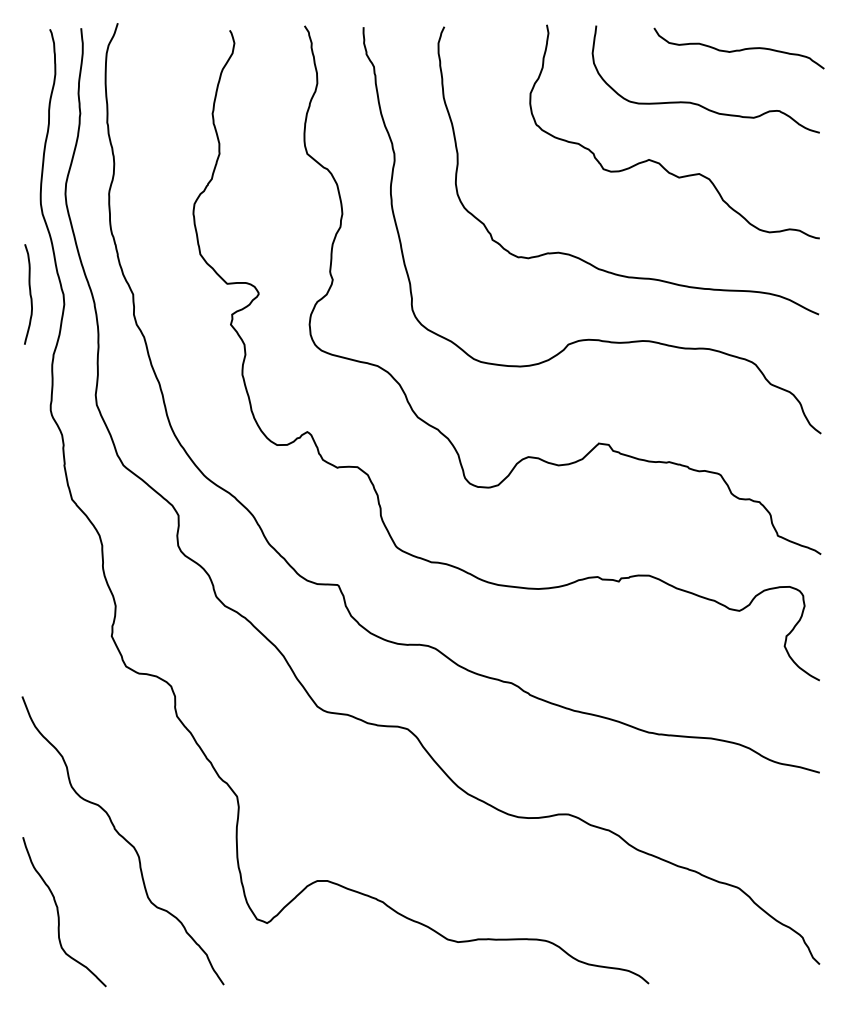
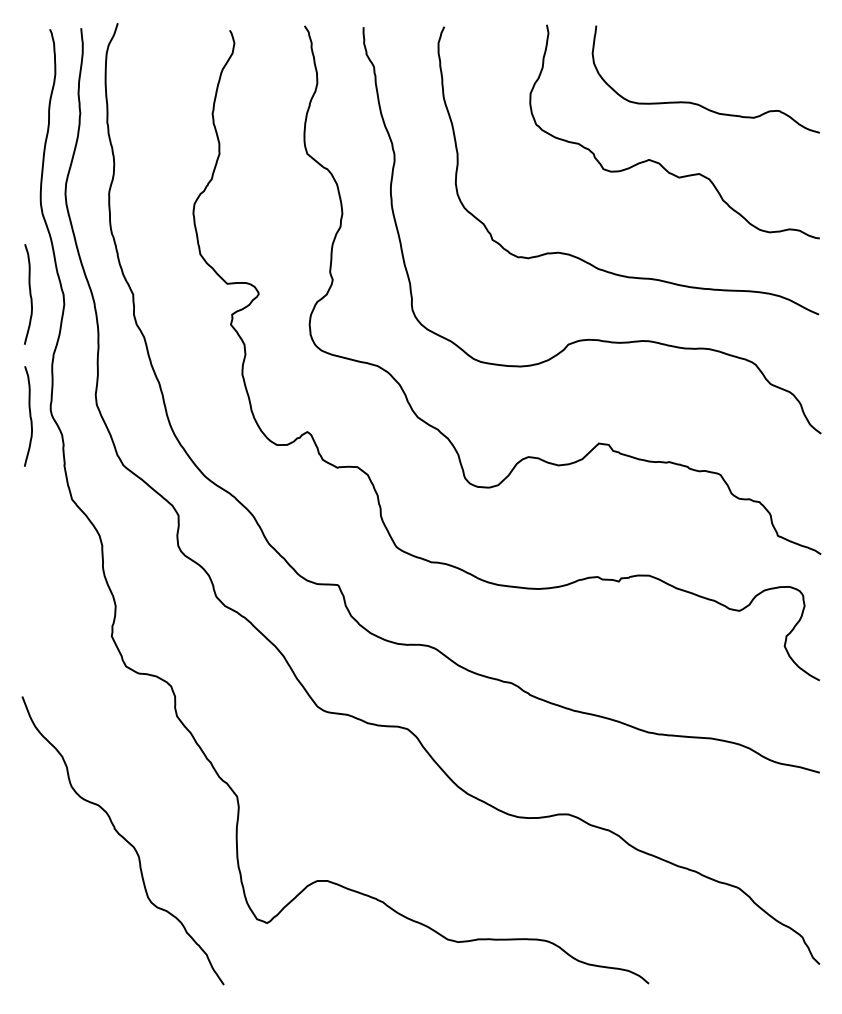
curve at (738, 49): present -> none
curve at (29, 416): none -> present
curve at (59, 914): present -> none
